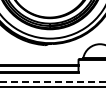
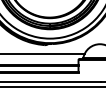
line at (43, 54): none -> present
line at (51, 81): dashed -> solid
